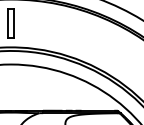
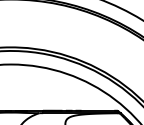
part at (10, 23): present -> none
